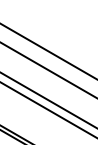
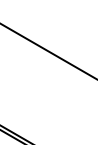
line at (48, 69): present -> none
line at (48, 99): present -> none
line at (48, 109): present -> none
